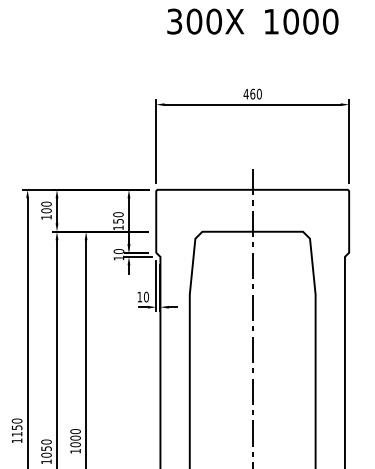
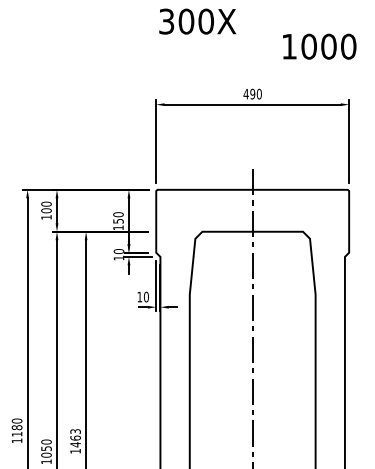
text at (205, 21) position: (205, 21) -> (197, 21)
text at (301, 21) position: (301, 21) -> (319, 46)
text at (252, 93): 460 -> 490
text at (16, 427): 1150 -> 1180
text at (75, 438): 1000 -> 1463
